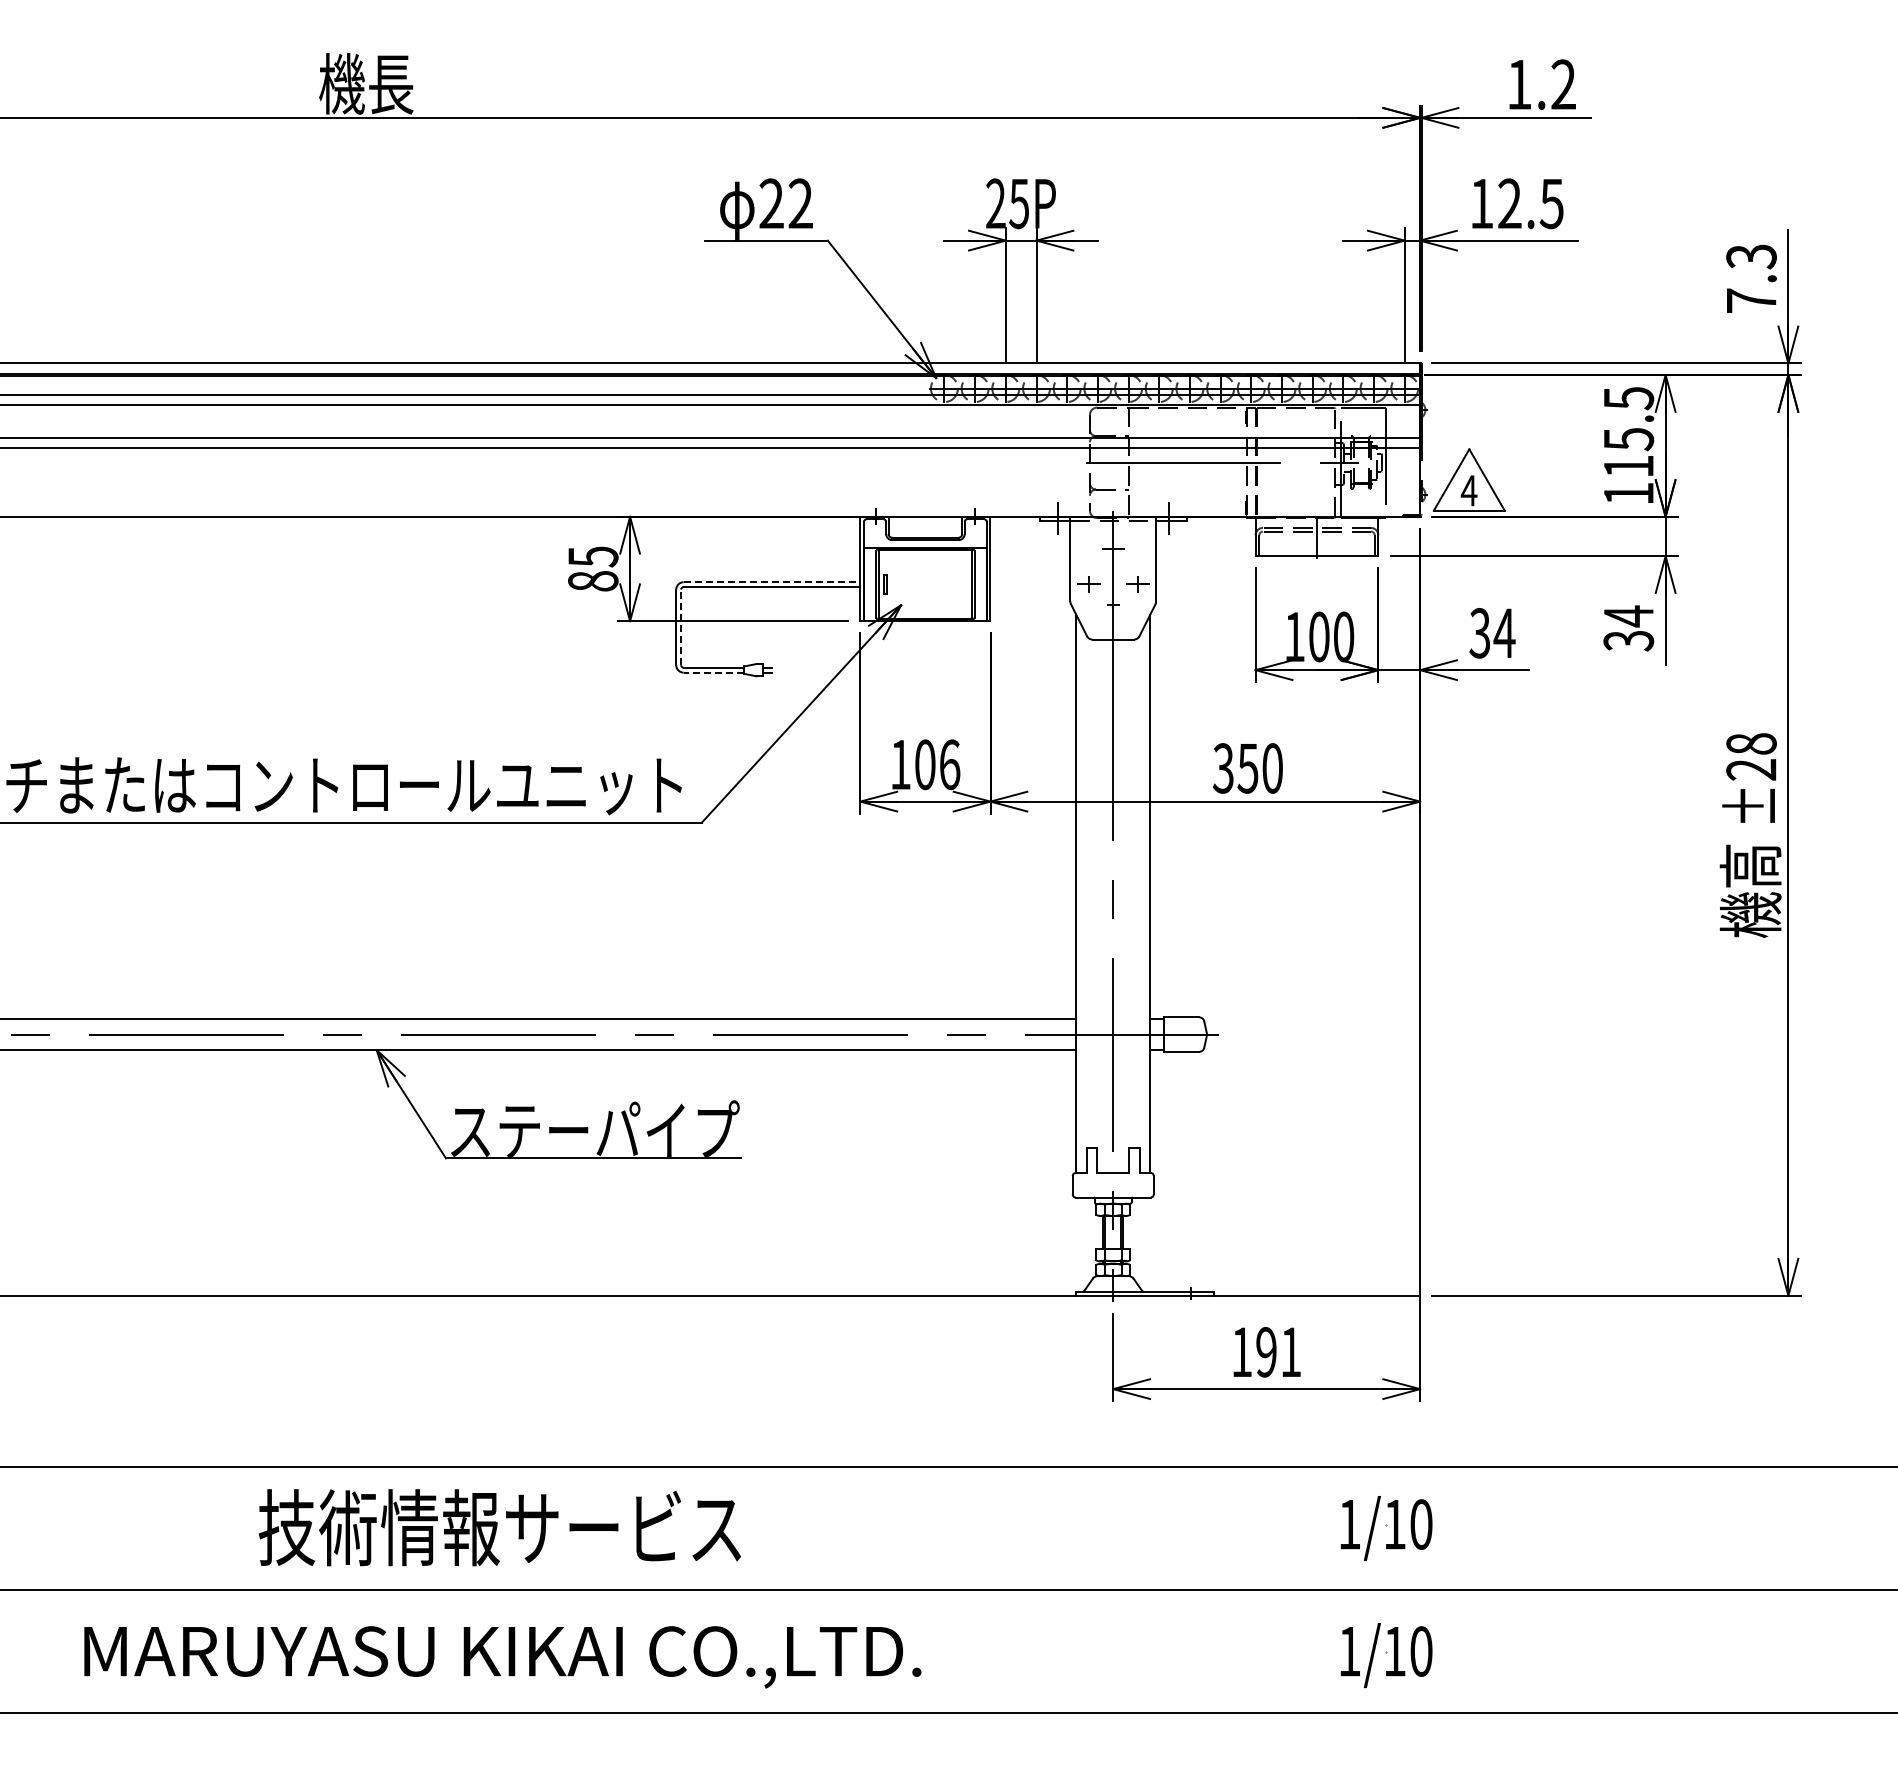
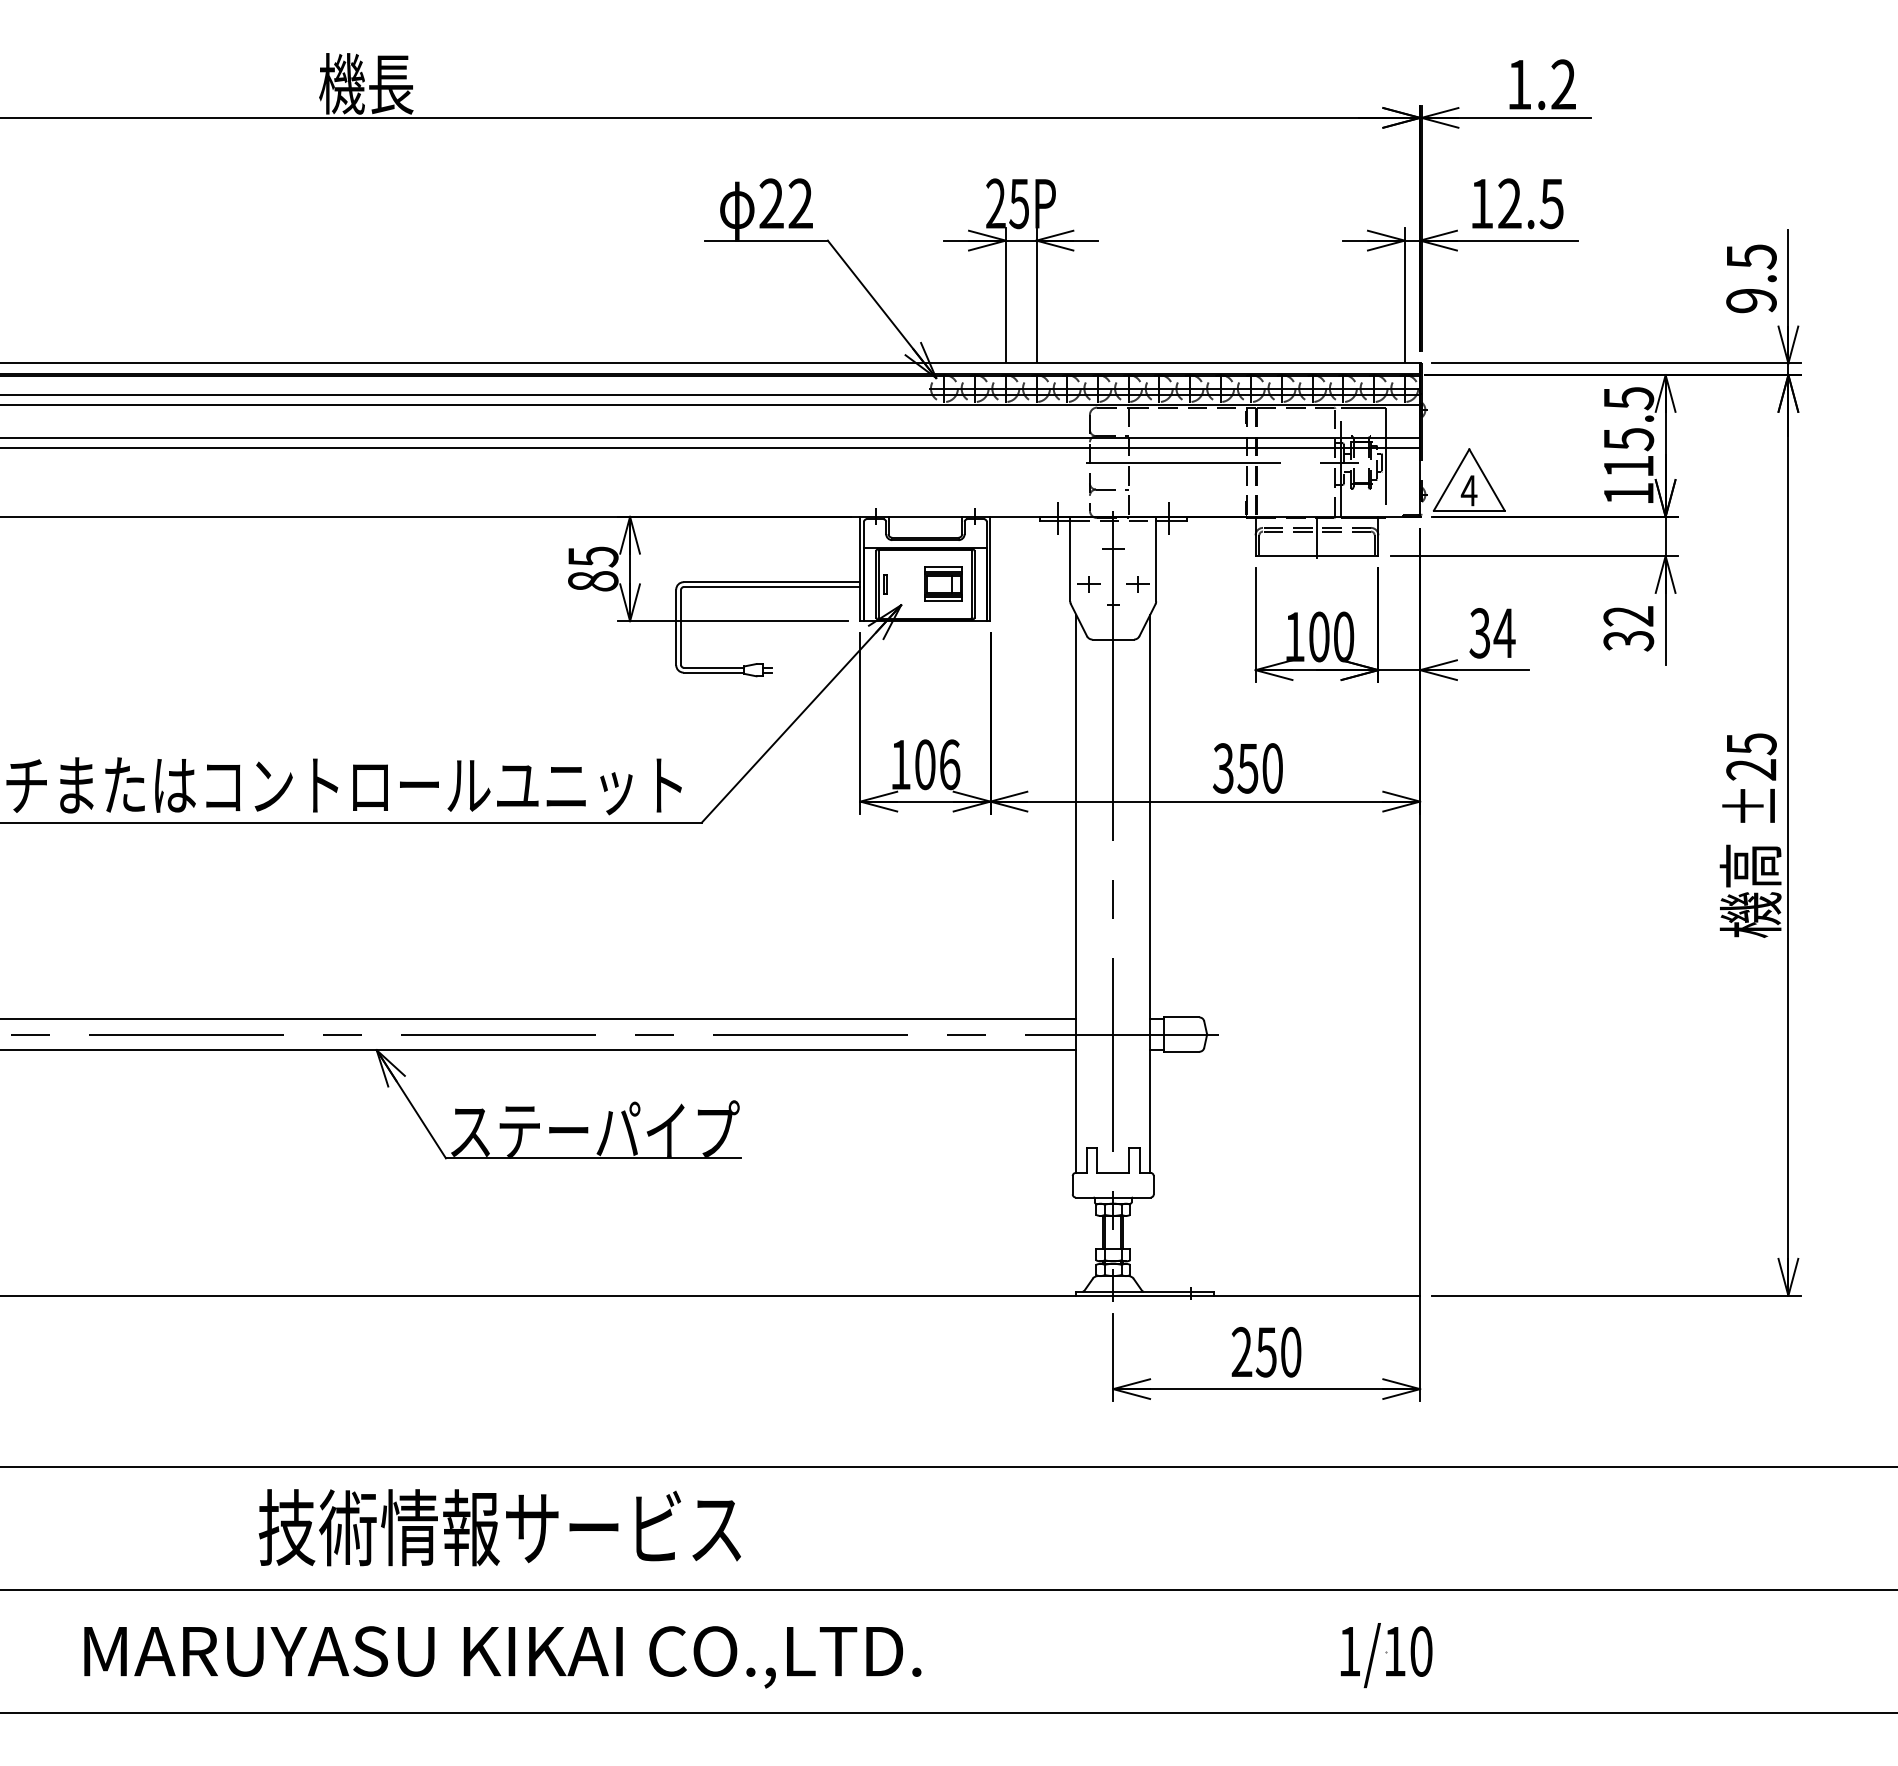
text at (1751, 278): 7.3 -> 9.5
line at (772, 582): dashed -> solid
part at (943, 583): none -> present
text at (1628, 616): 34 -> 32
line at (681, 627): dashed -> solid
line at (713, 672): dashed -> solid
text at (1751, 744): ±28 -> ±25
text at (1266, 1351): 191 -> 250
part at (1386, 1528): present -> none
